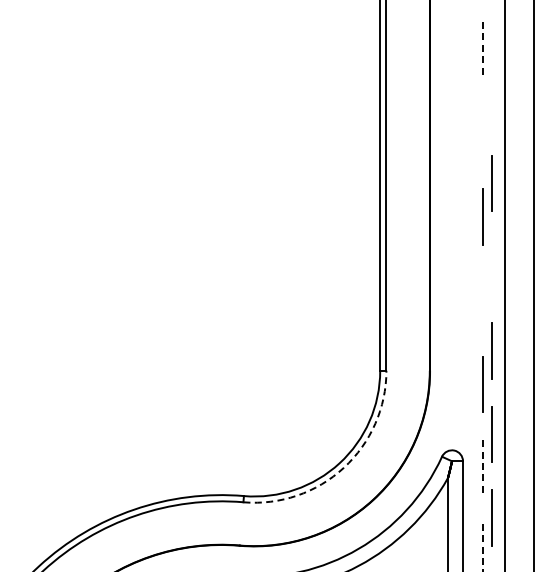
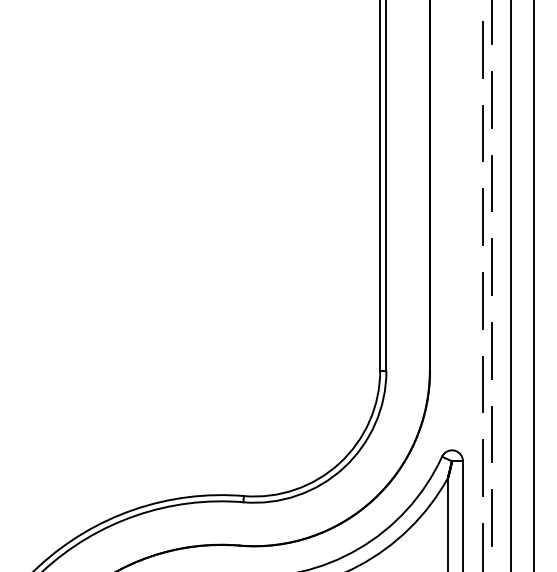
line at (491, 23): none -> present
line at (483, 49): dashed -> solid
line at (491, 99): none -> present
line at (483, 133): none -> present
line at (491, 266): none -> present
line at (505, 285) position: (505, 285) -> (511, 285)
line at (483, 300): none -> present
arc at (343, 467): dashed -> solid
line at (483, 468): dashed -> solid
line at (483, 547): dashed -> solid
